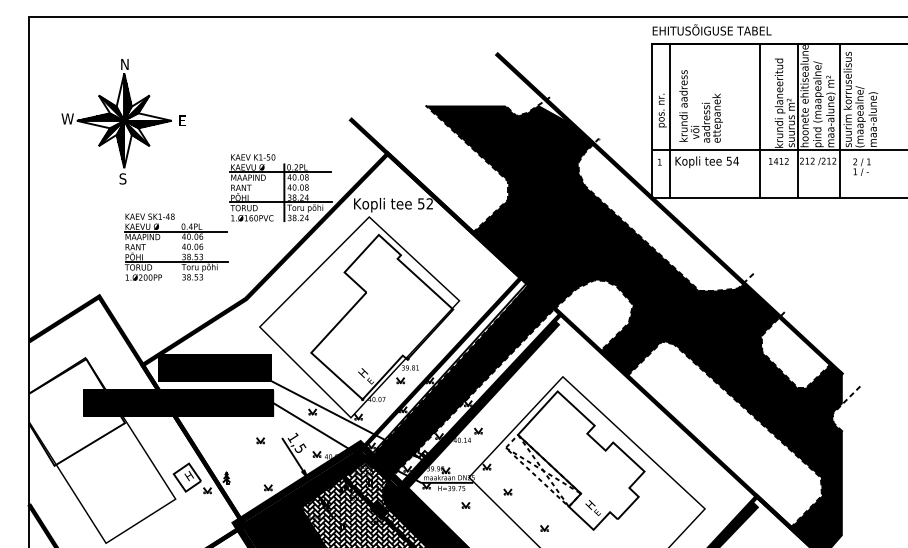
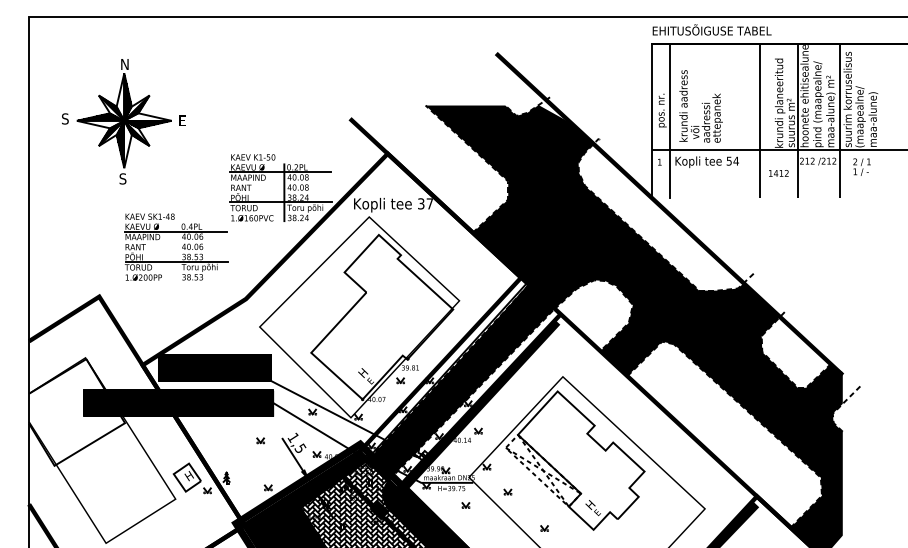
text at (67, 118): W -> S
text at (778, 161) position: (778, 161) -> (778, 173)
line at (778, 198): present -> none
text at (425, 203): 52 -> 37
